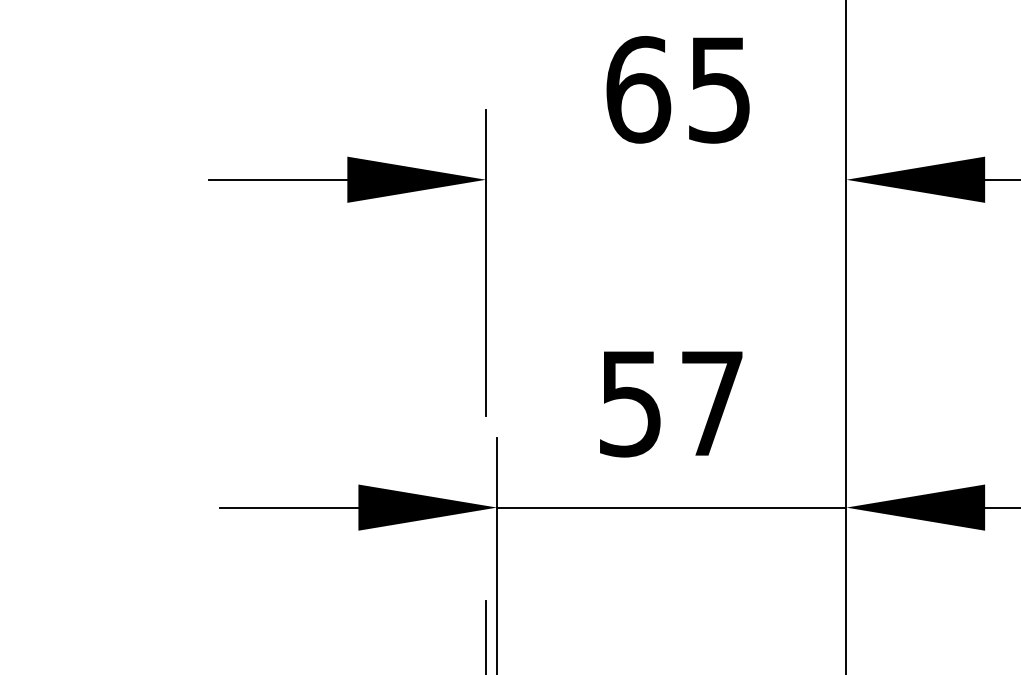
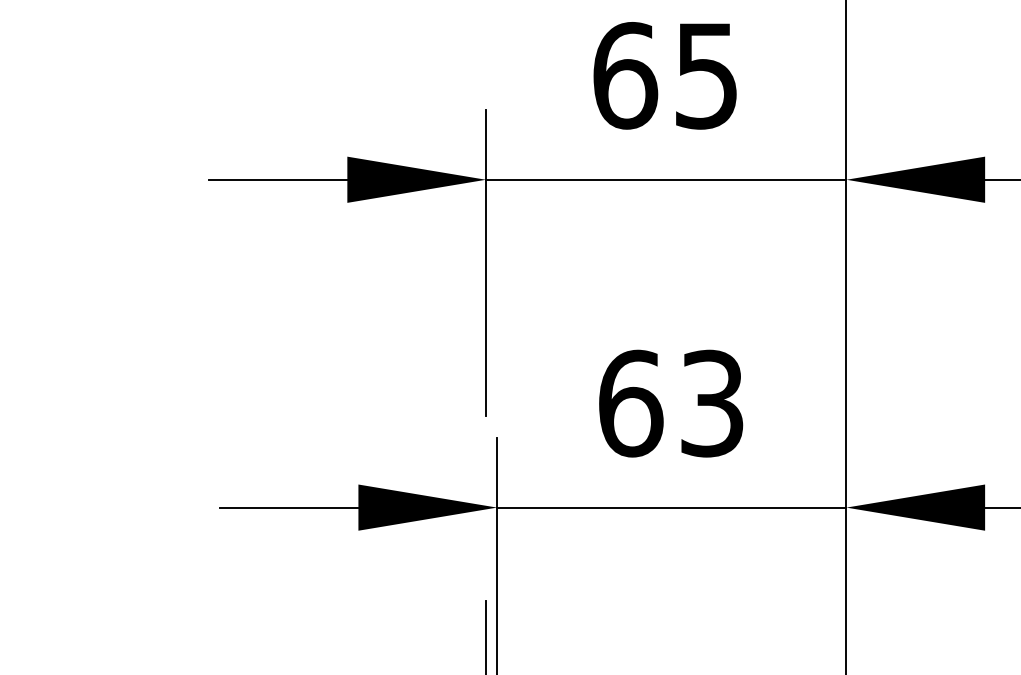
text at (677, 89) position: (677, 89) -> (664, 75)
line at (665, 179): none -> present
text at (671, 403): 57 -> 63
